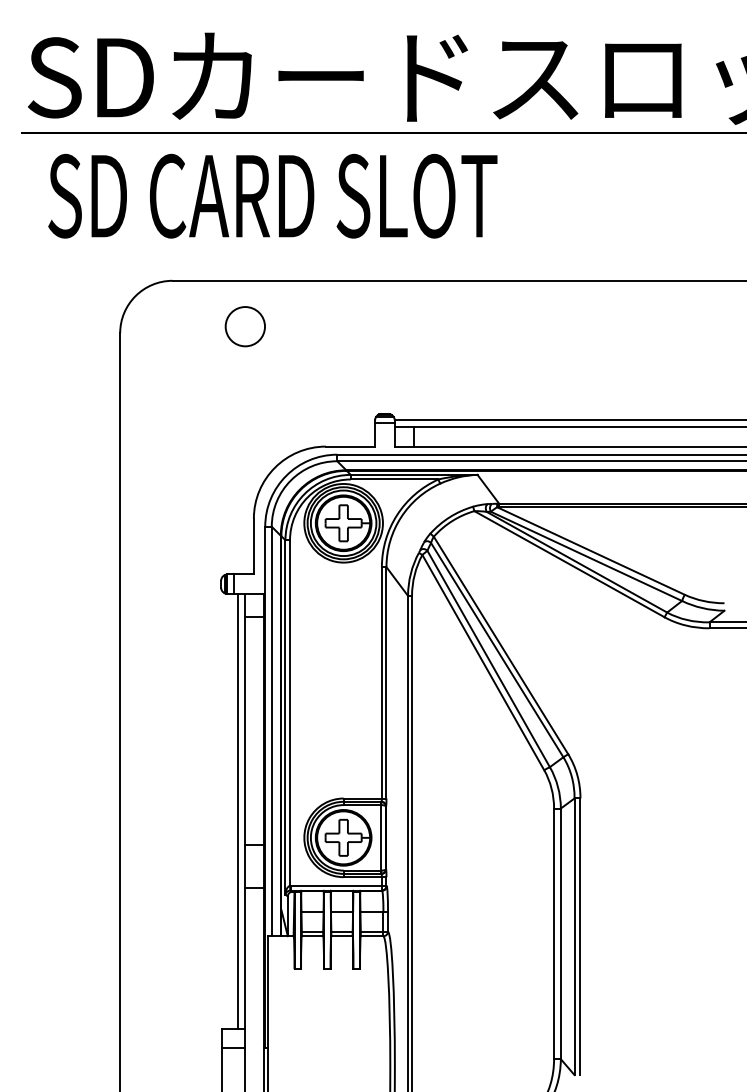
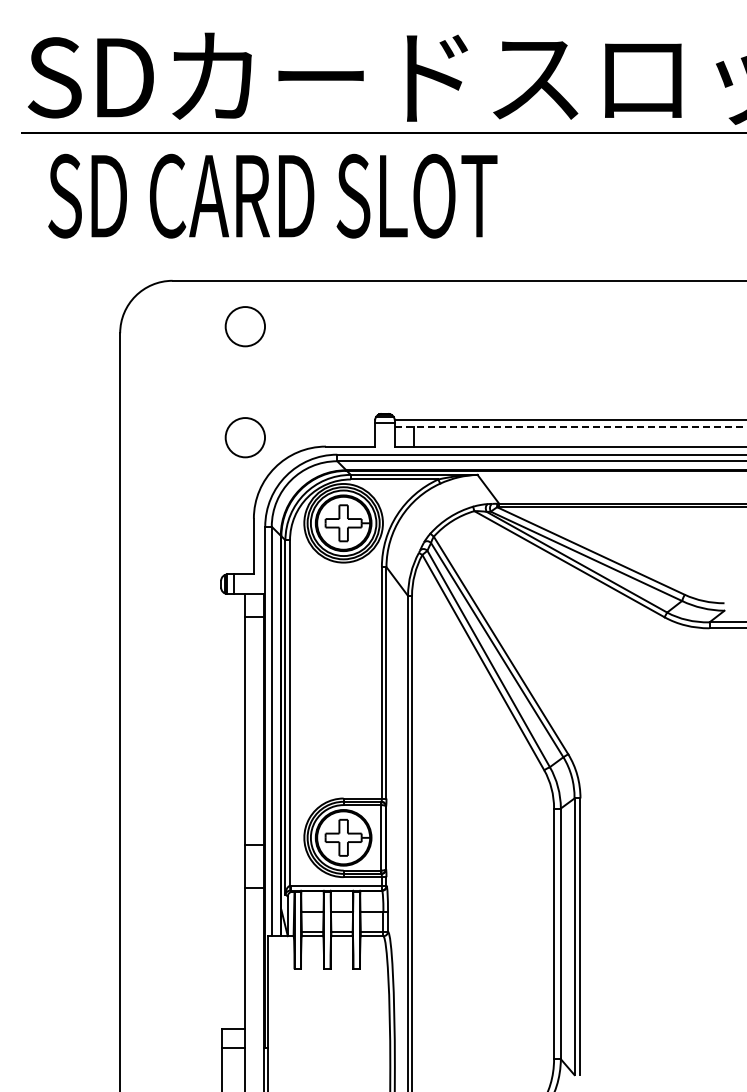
line at (570, 426): solid -> dashed
circle at (244, 437): none -> present
line at (238, 811): present -> none
